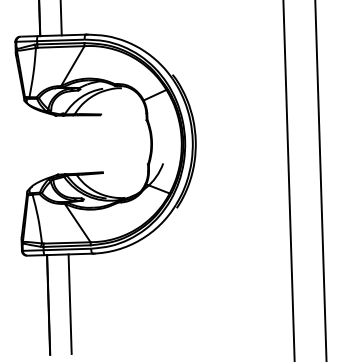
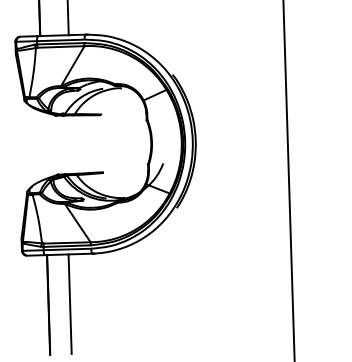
line at (60, 18) position: (60, 18) -> (67, 18)
line at (320, 180): present -> none
